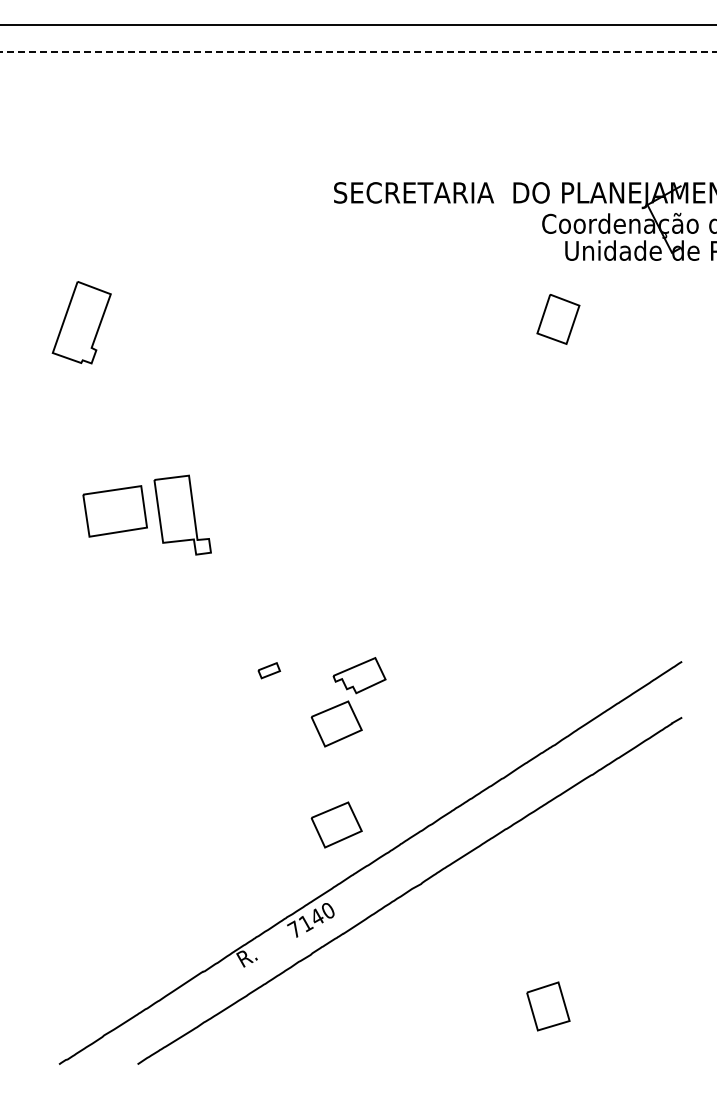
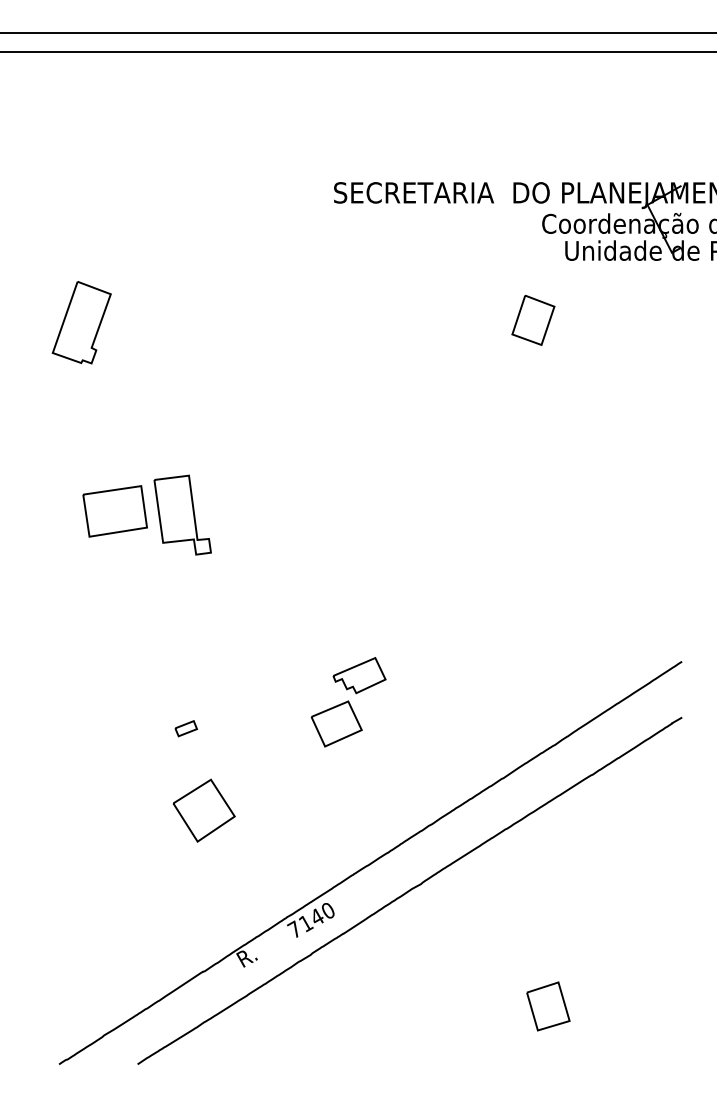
line at (357, 24) position: (357, 24) -> (357, 32)
line at (358, 52): dashed -> solid
part at (558, 319) position: (558, 319) -> (533, 320)
part at (269, 670) position: (269, 670) -> (186, 728)
part at (204, 810): none -> present
part at (336, 824): present -> none
